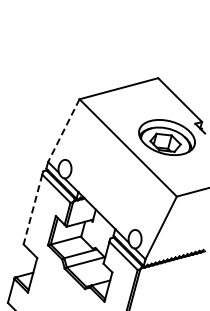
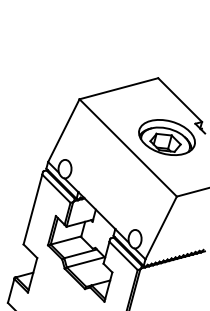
line at (63, 131): dashed -> solid
line at (32, 210): dashed -> solid
